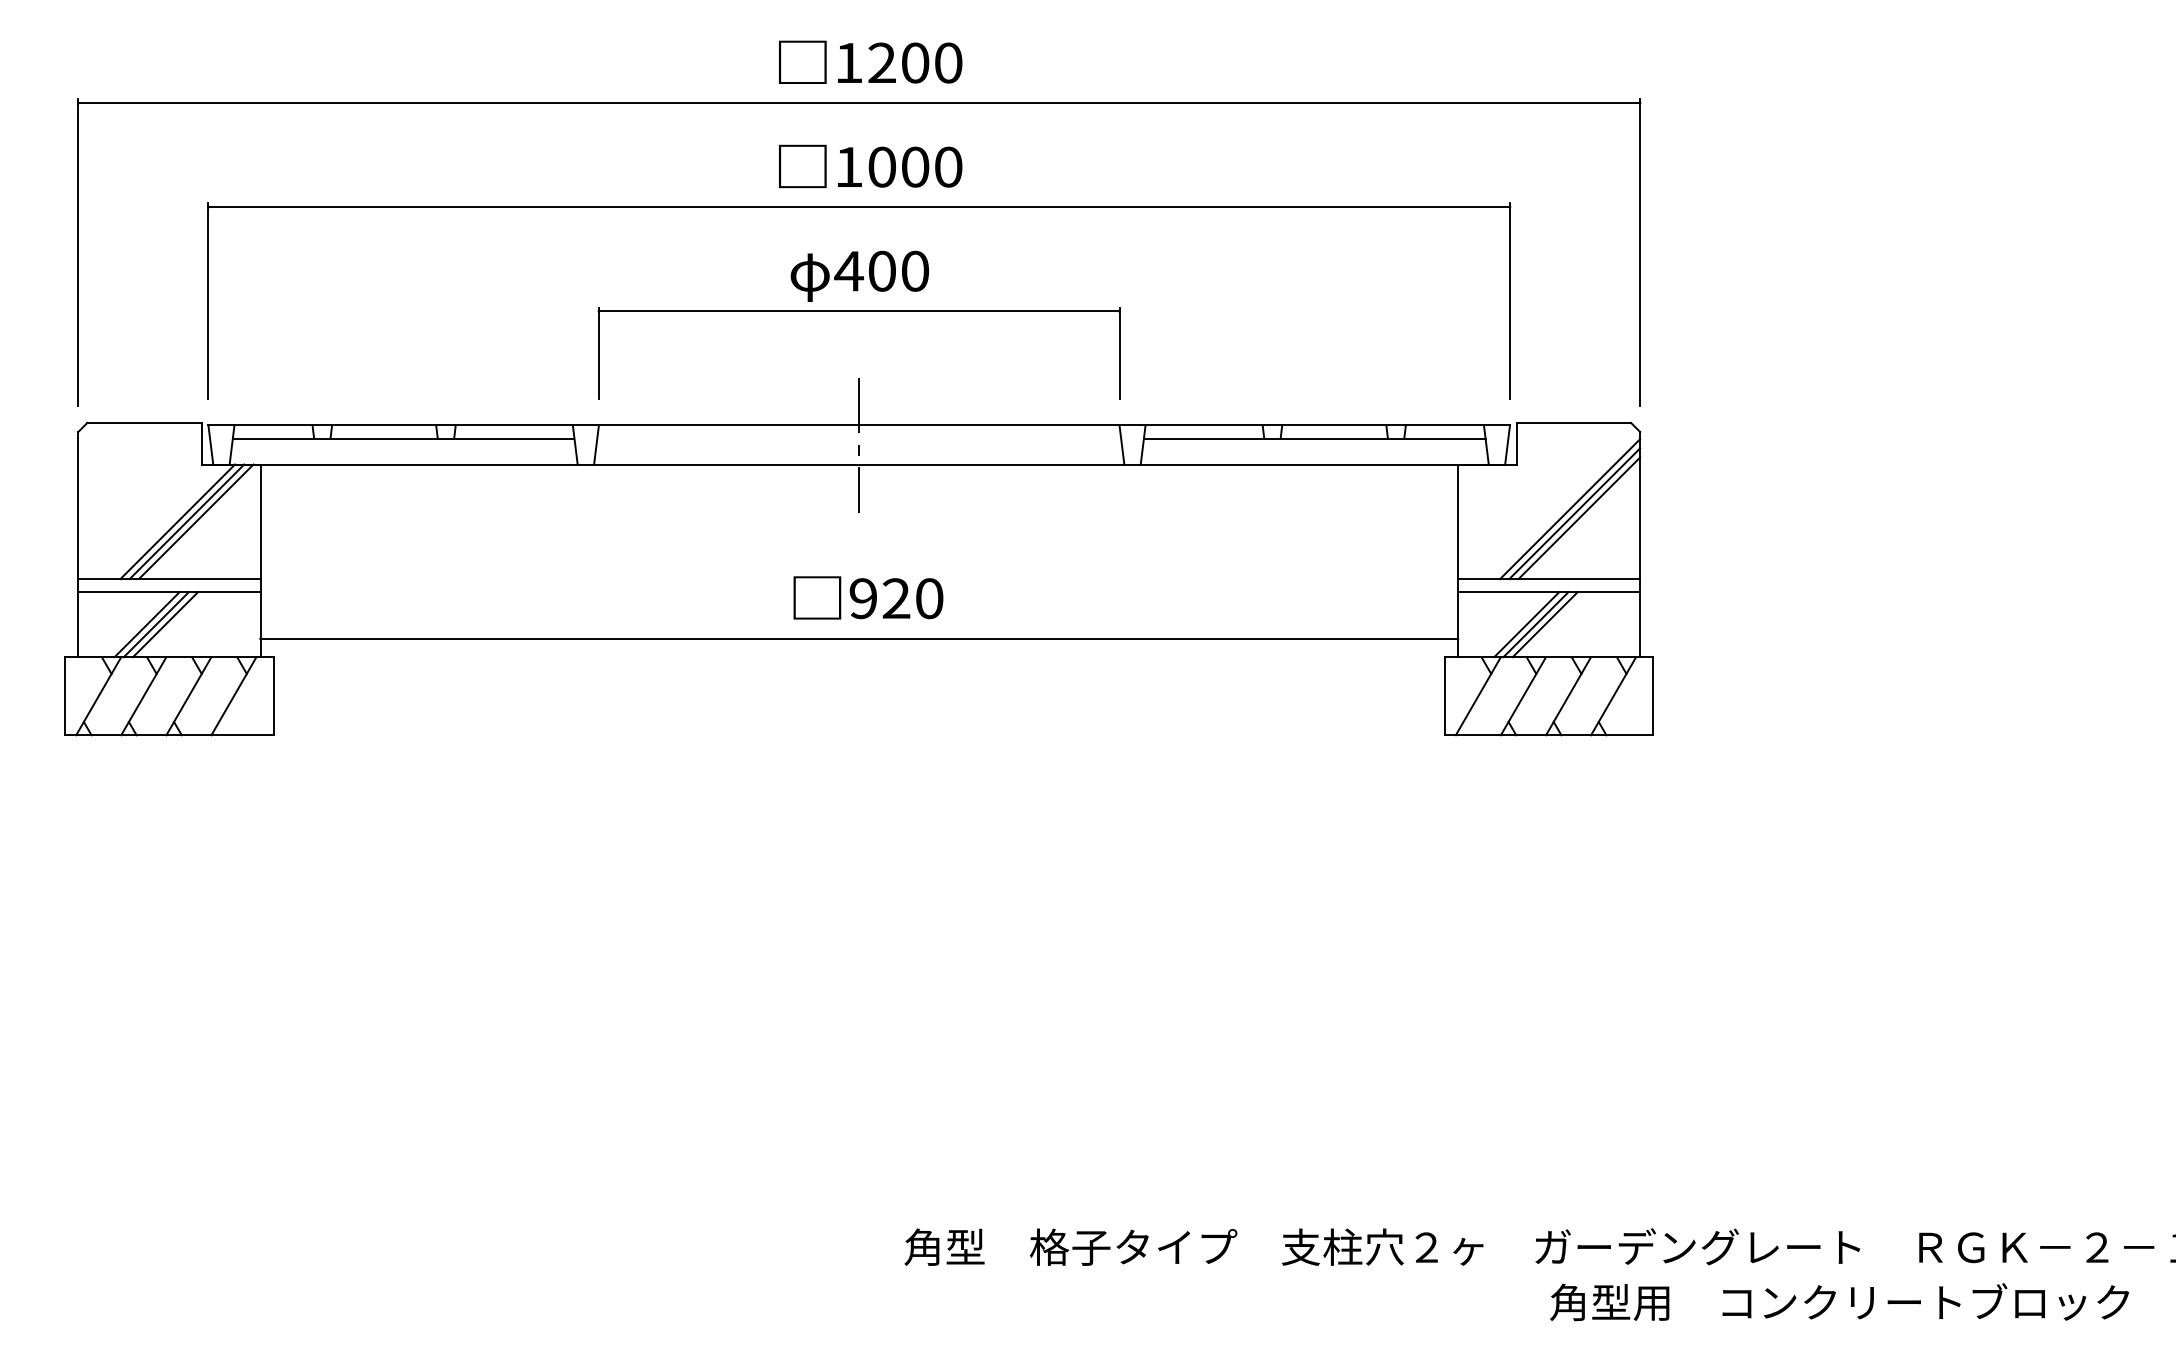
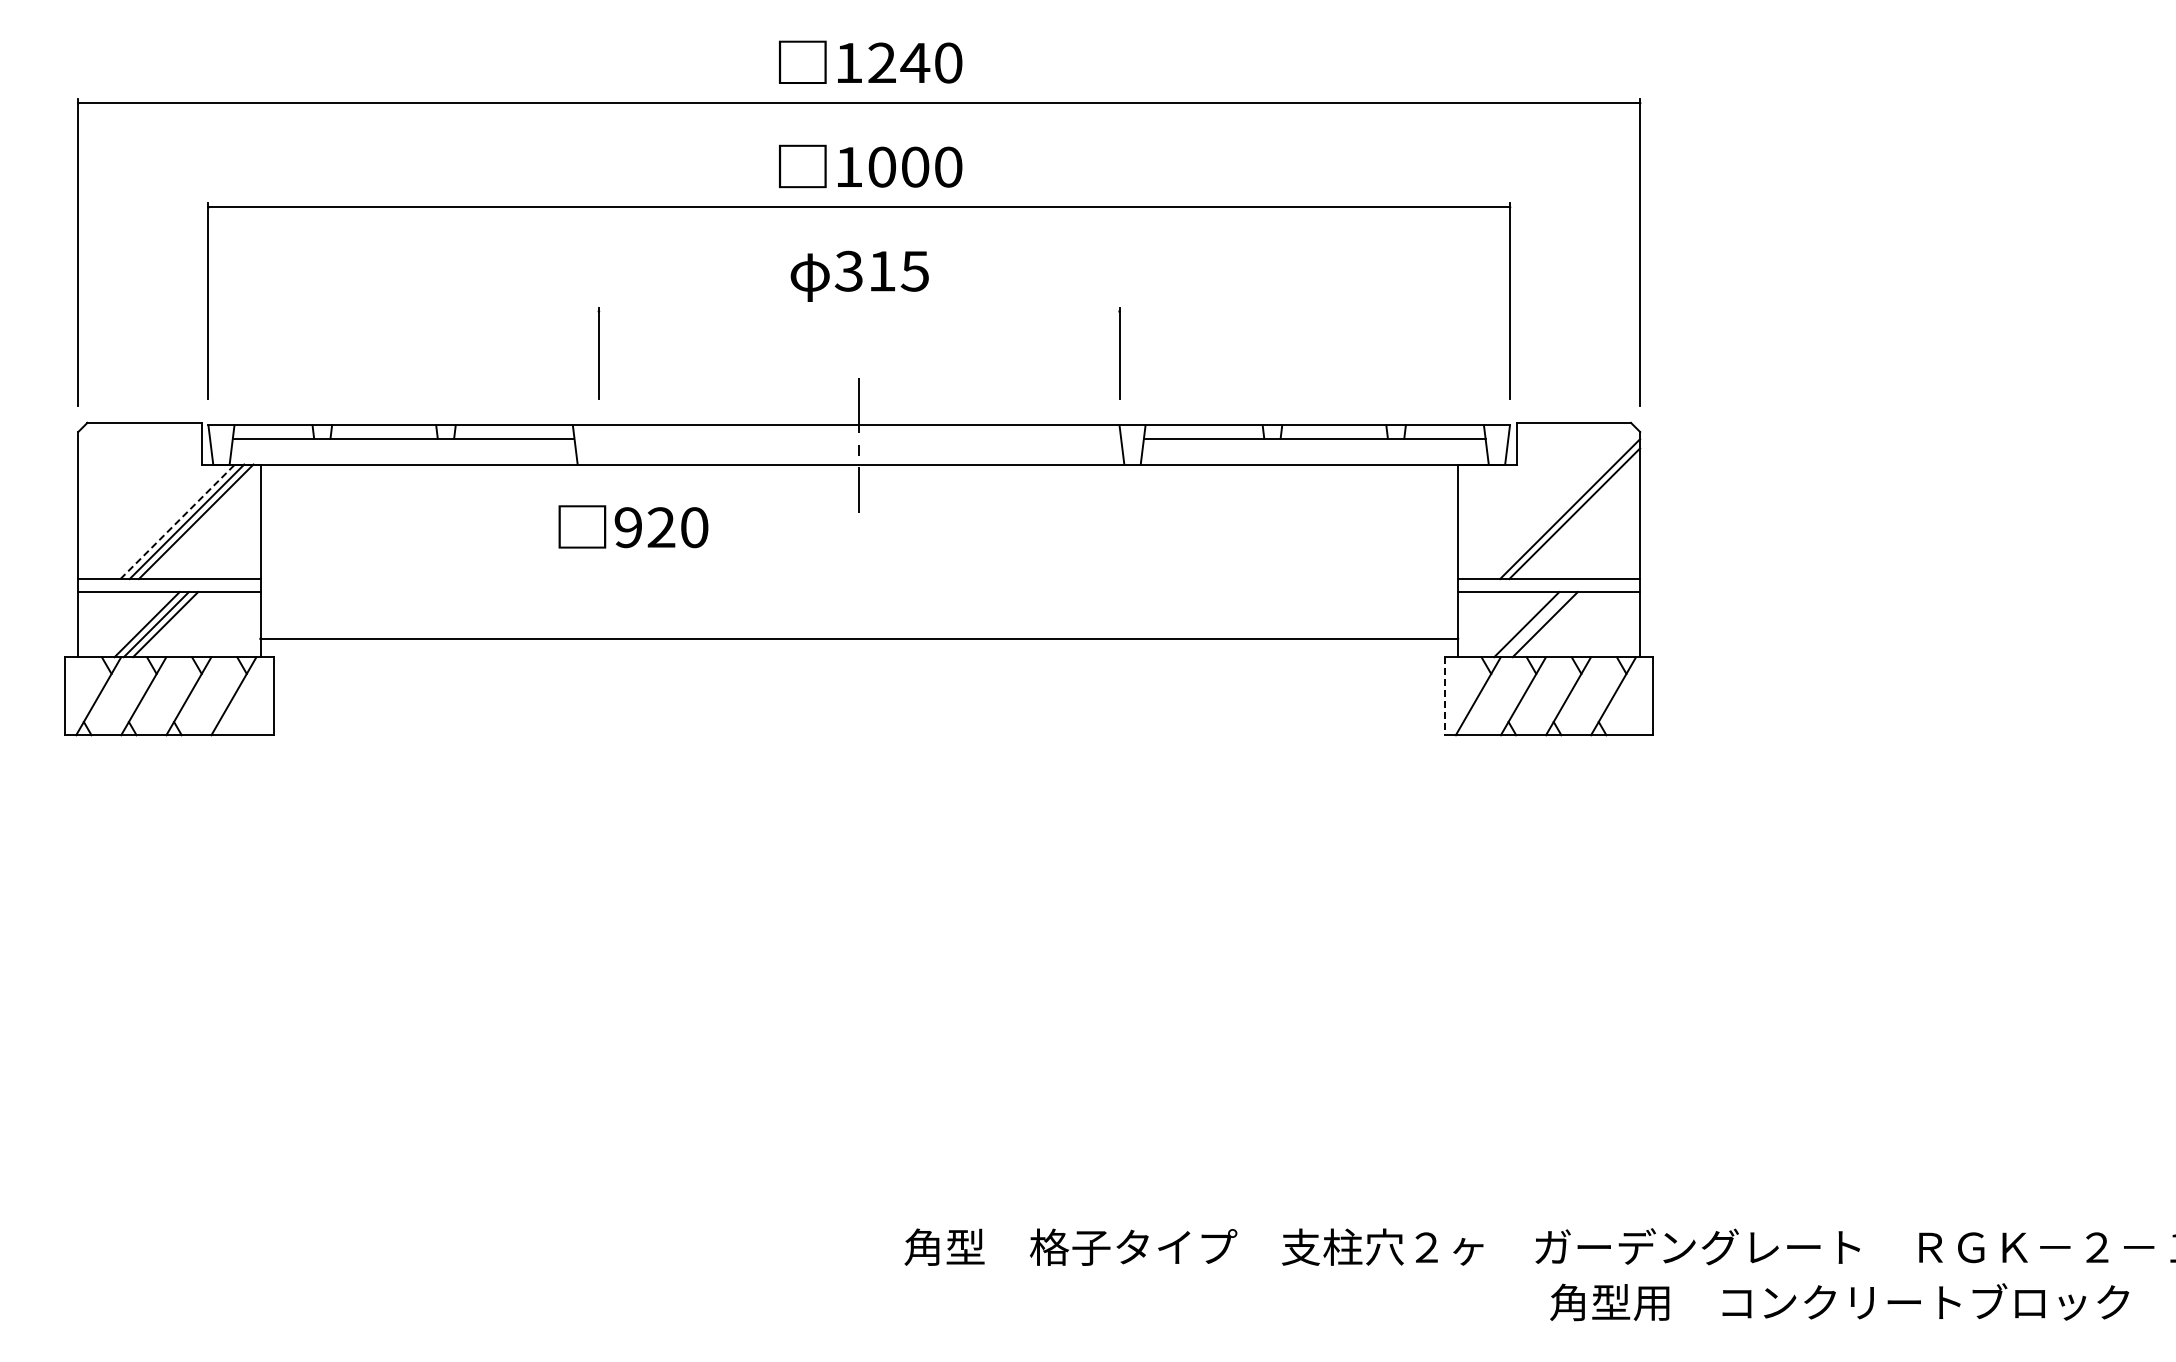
text at (915, 62): 1200 -> 1240
text at (881, 270): 400 -> 315
line at (858, 311): present -> none
line at (596, 444): present -> none
line at (1579, 518): present -> none
line at (177, 521): solid -> dashed
text at (868, 597) position: (868, 597) -> (633, 526)
line at (1535, 624): present -> none
line at (1444, 696): solid -> dashed
